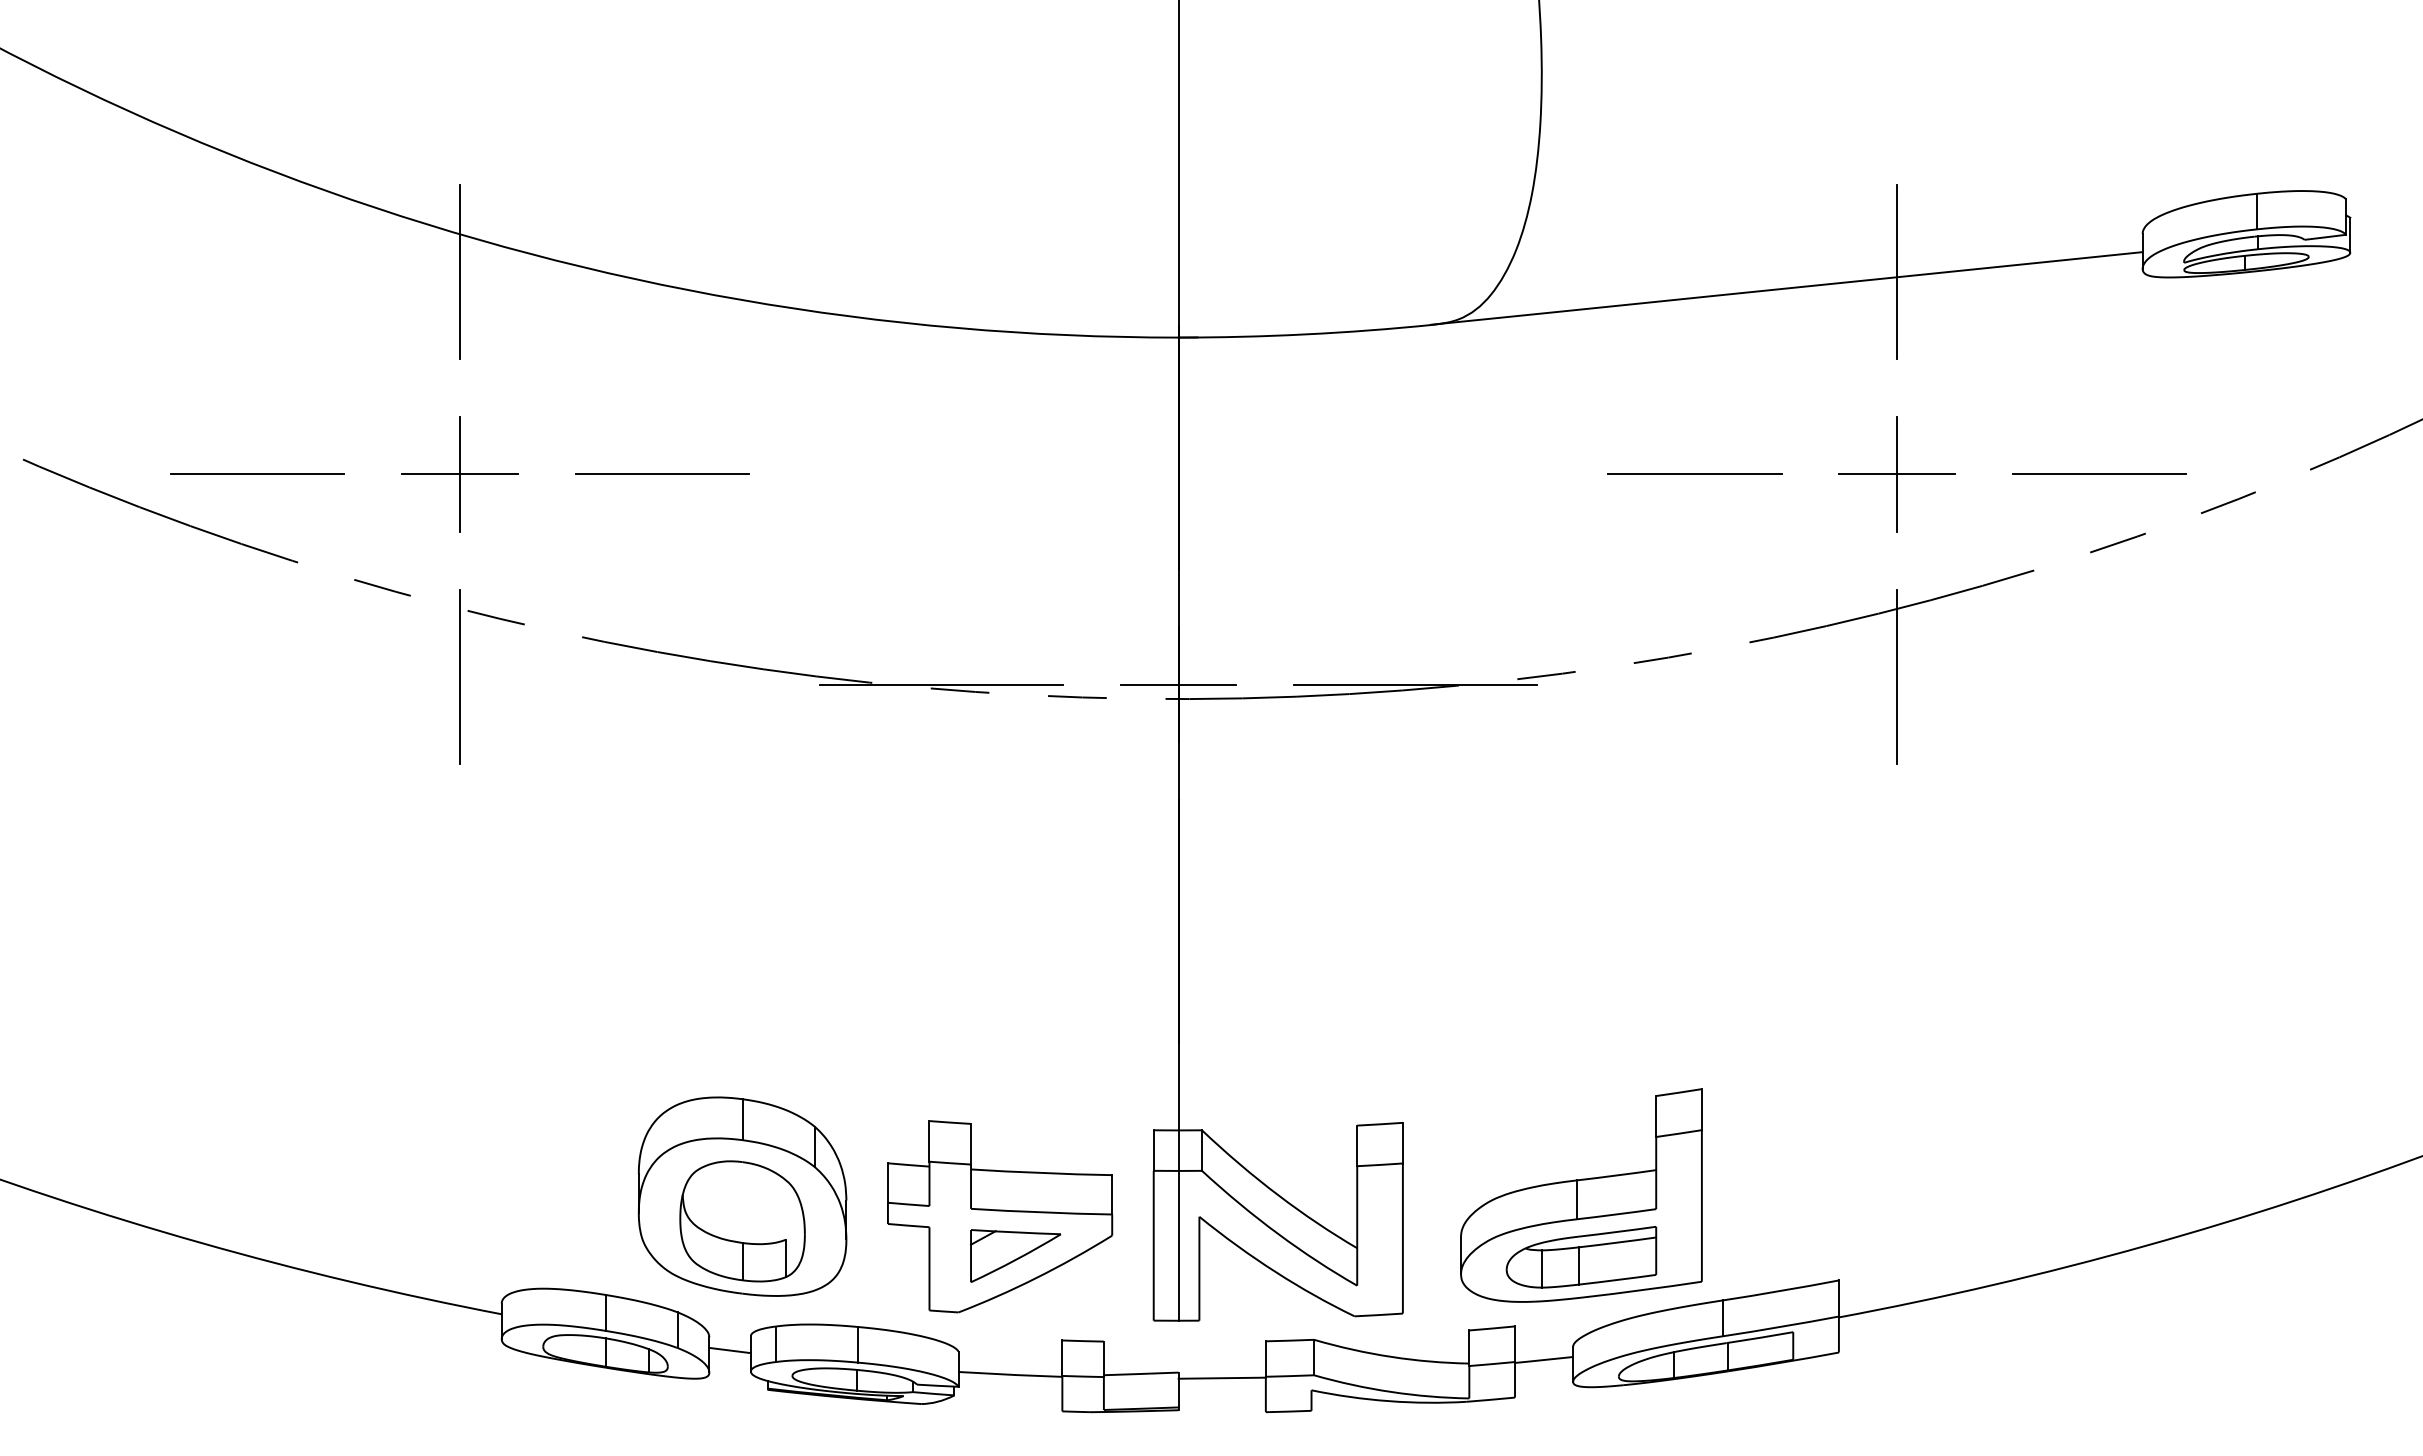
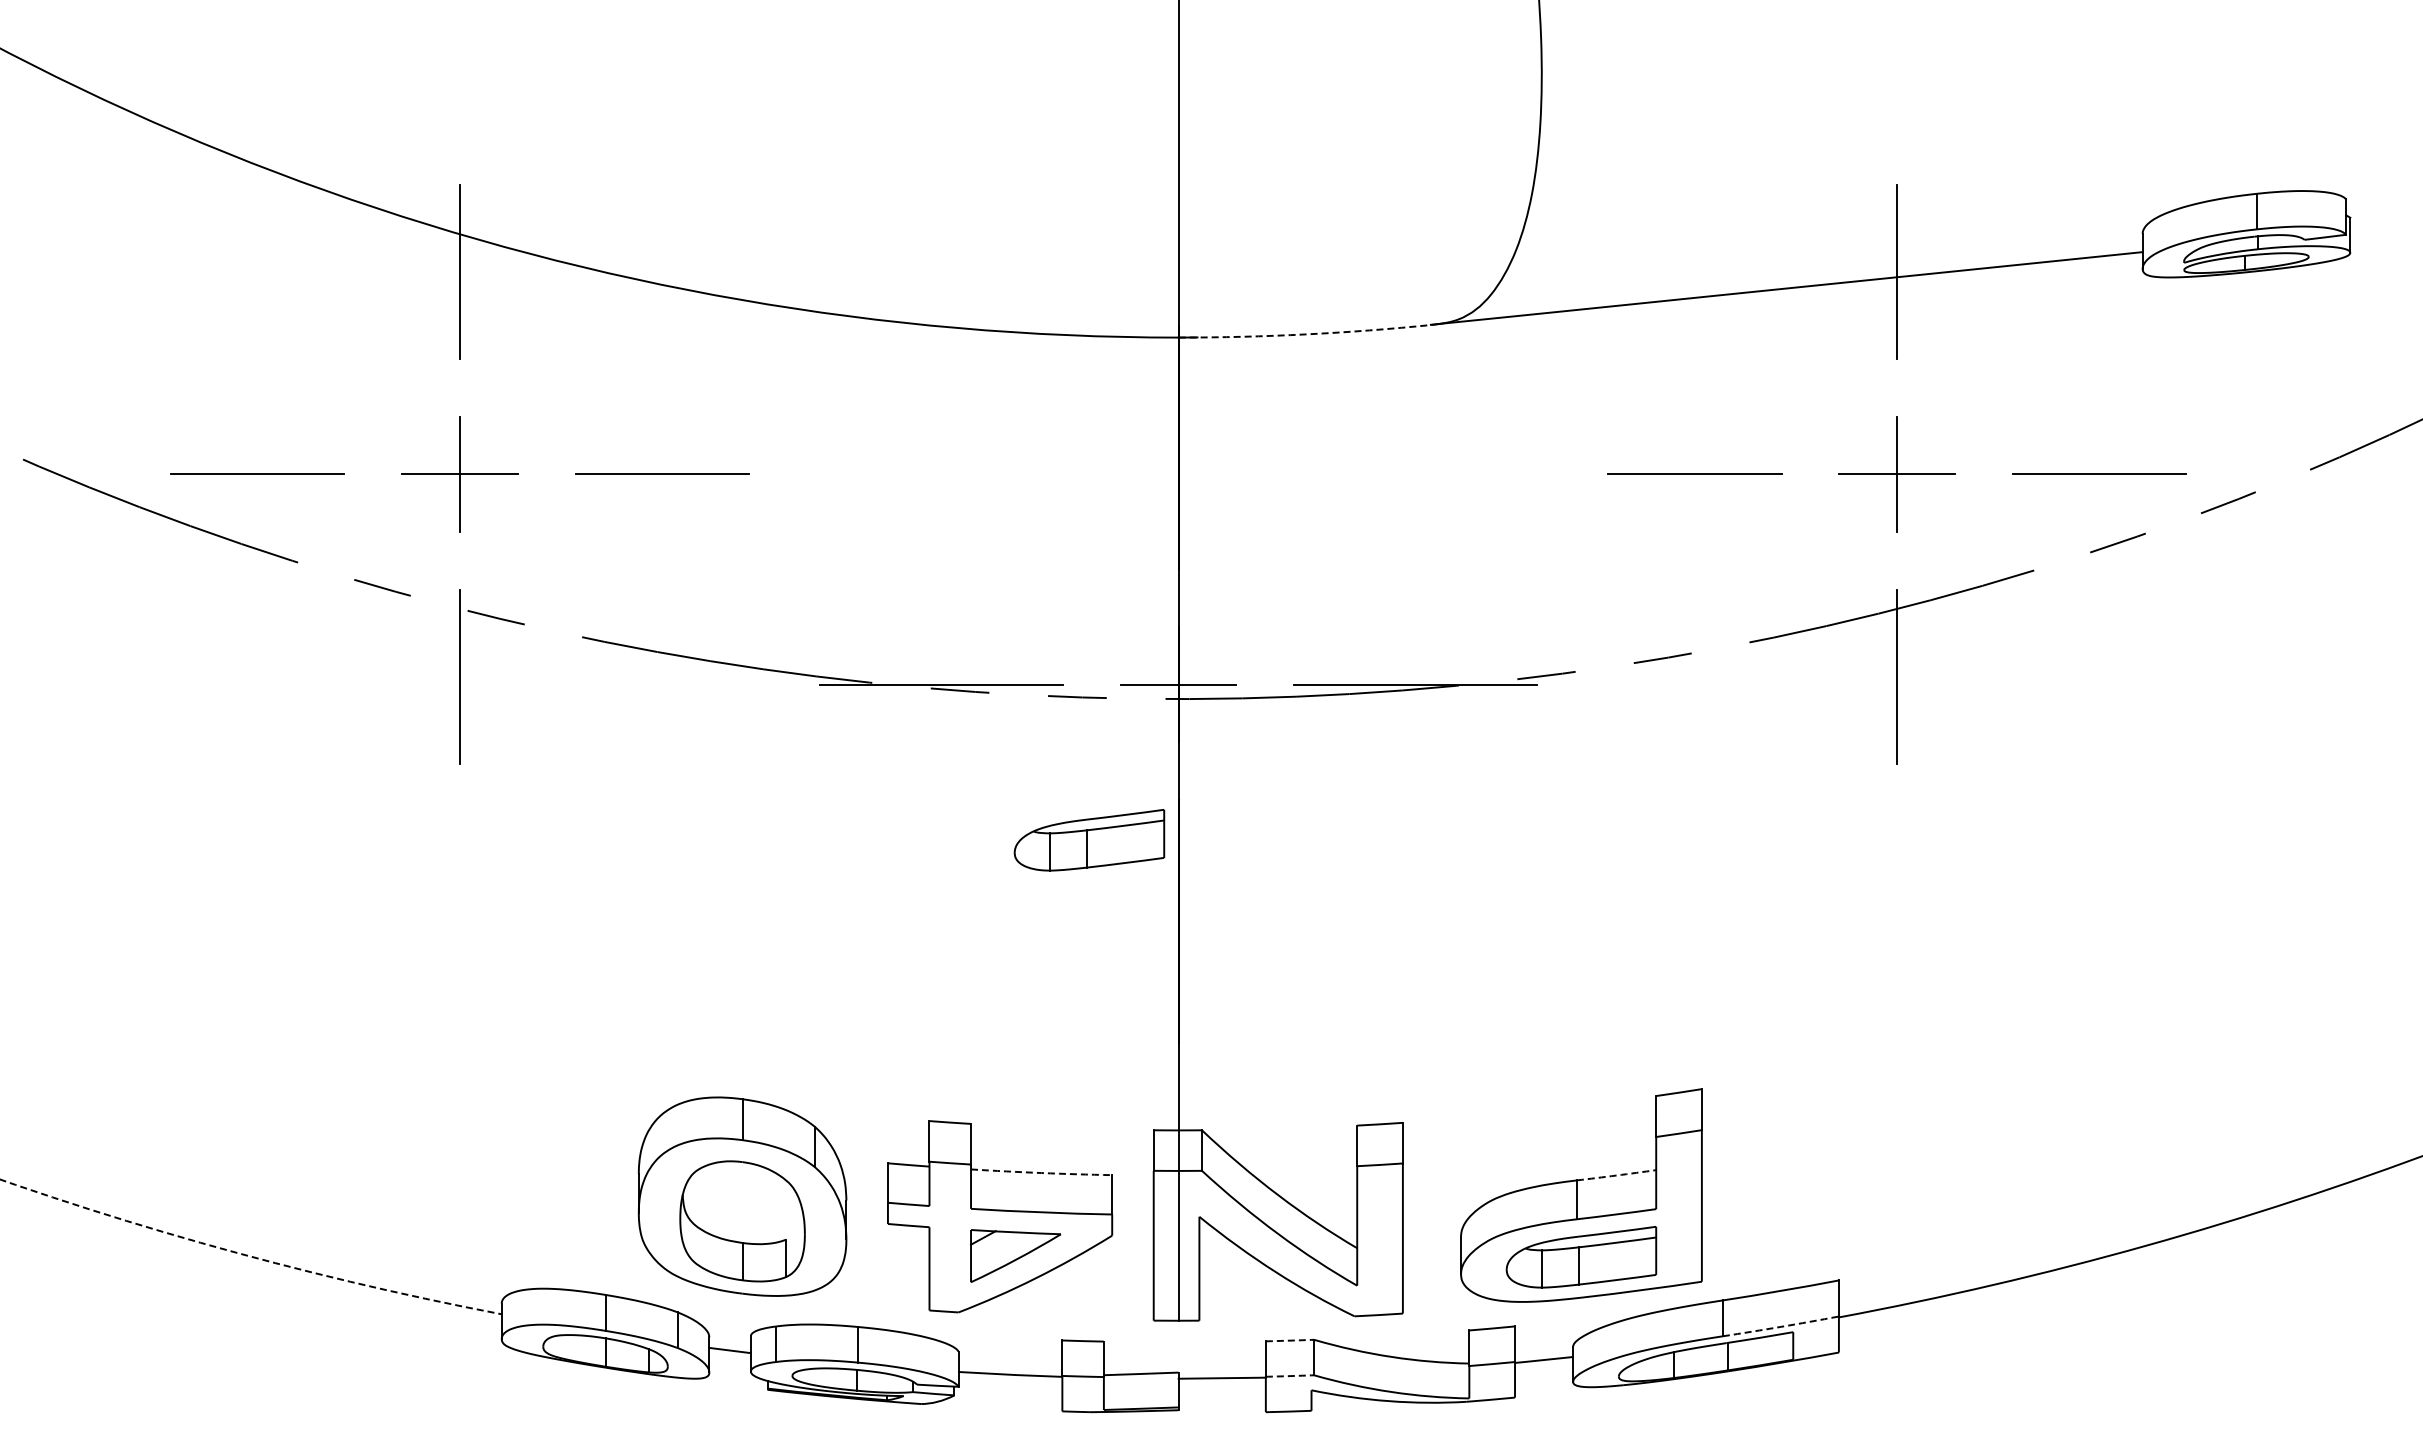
arc at (1306, 334): solid -> dashed
part at (1089, 840): none -> present
arc at (1041, 1173): solid -> dashed
arc at (1616, 1175): solid -> dashed
arc at (248, 1255): solid -> dashed
arc at (1781, 1326): solid -> dashed
arc at (1289, 1340): solid -> dashed
arc at (1289, 1376): solid -> dashed
